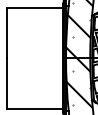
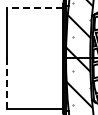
line at (35, 7): solid -> dashed
line at (7, 82): solid -> dashed
